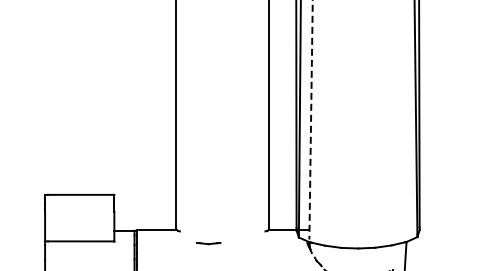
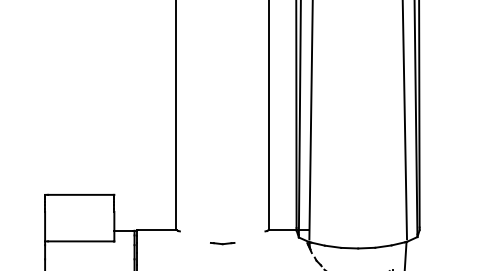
line at (311, 120): dashed -> solid
line at (404, 120): none -> present
line at (208, 243) position: (208, 243) -> (222, 243)
